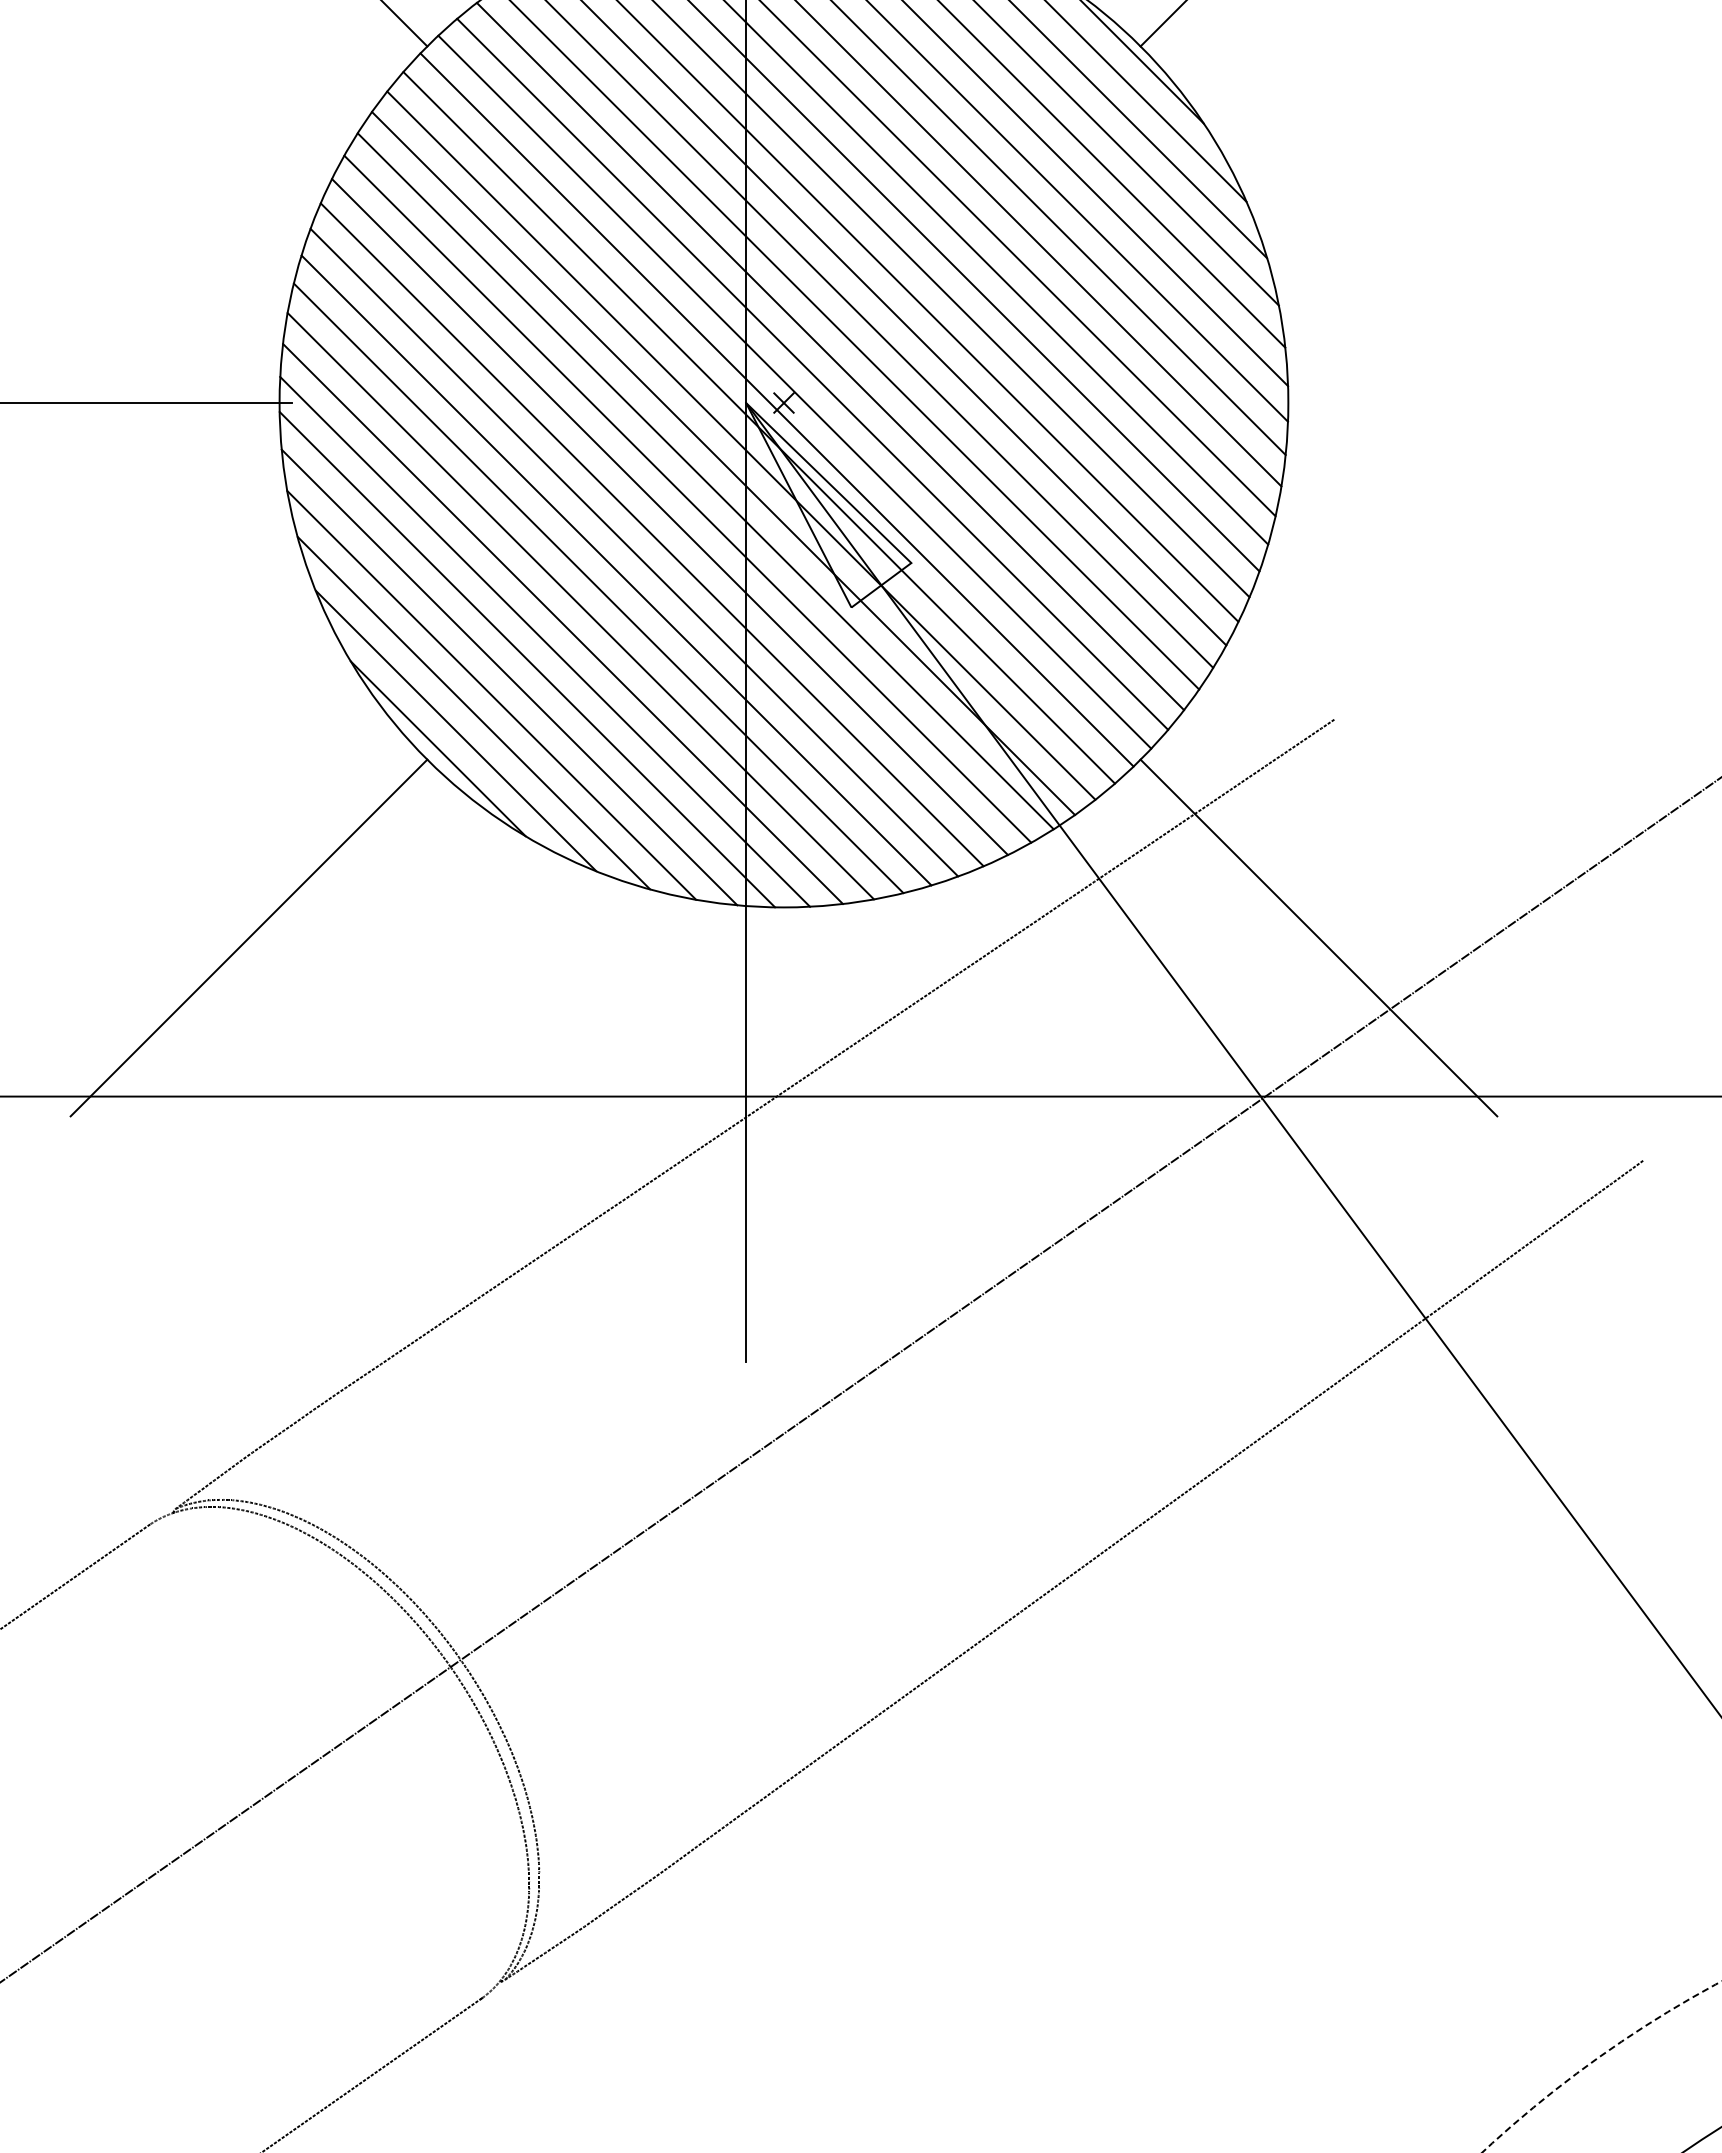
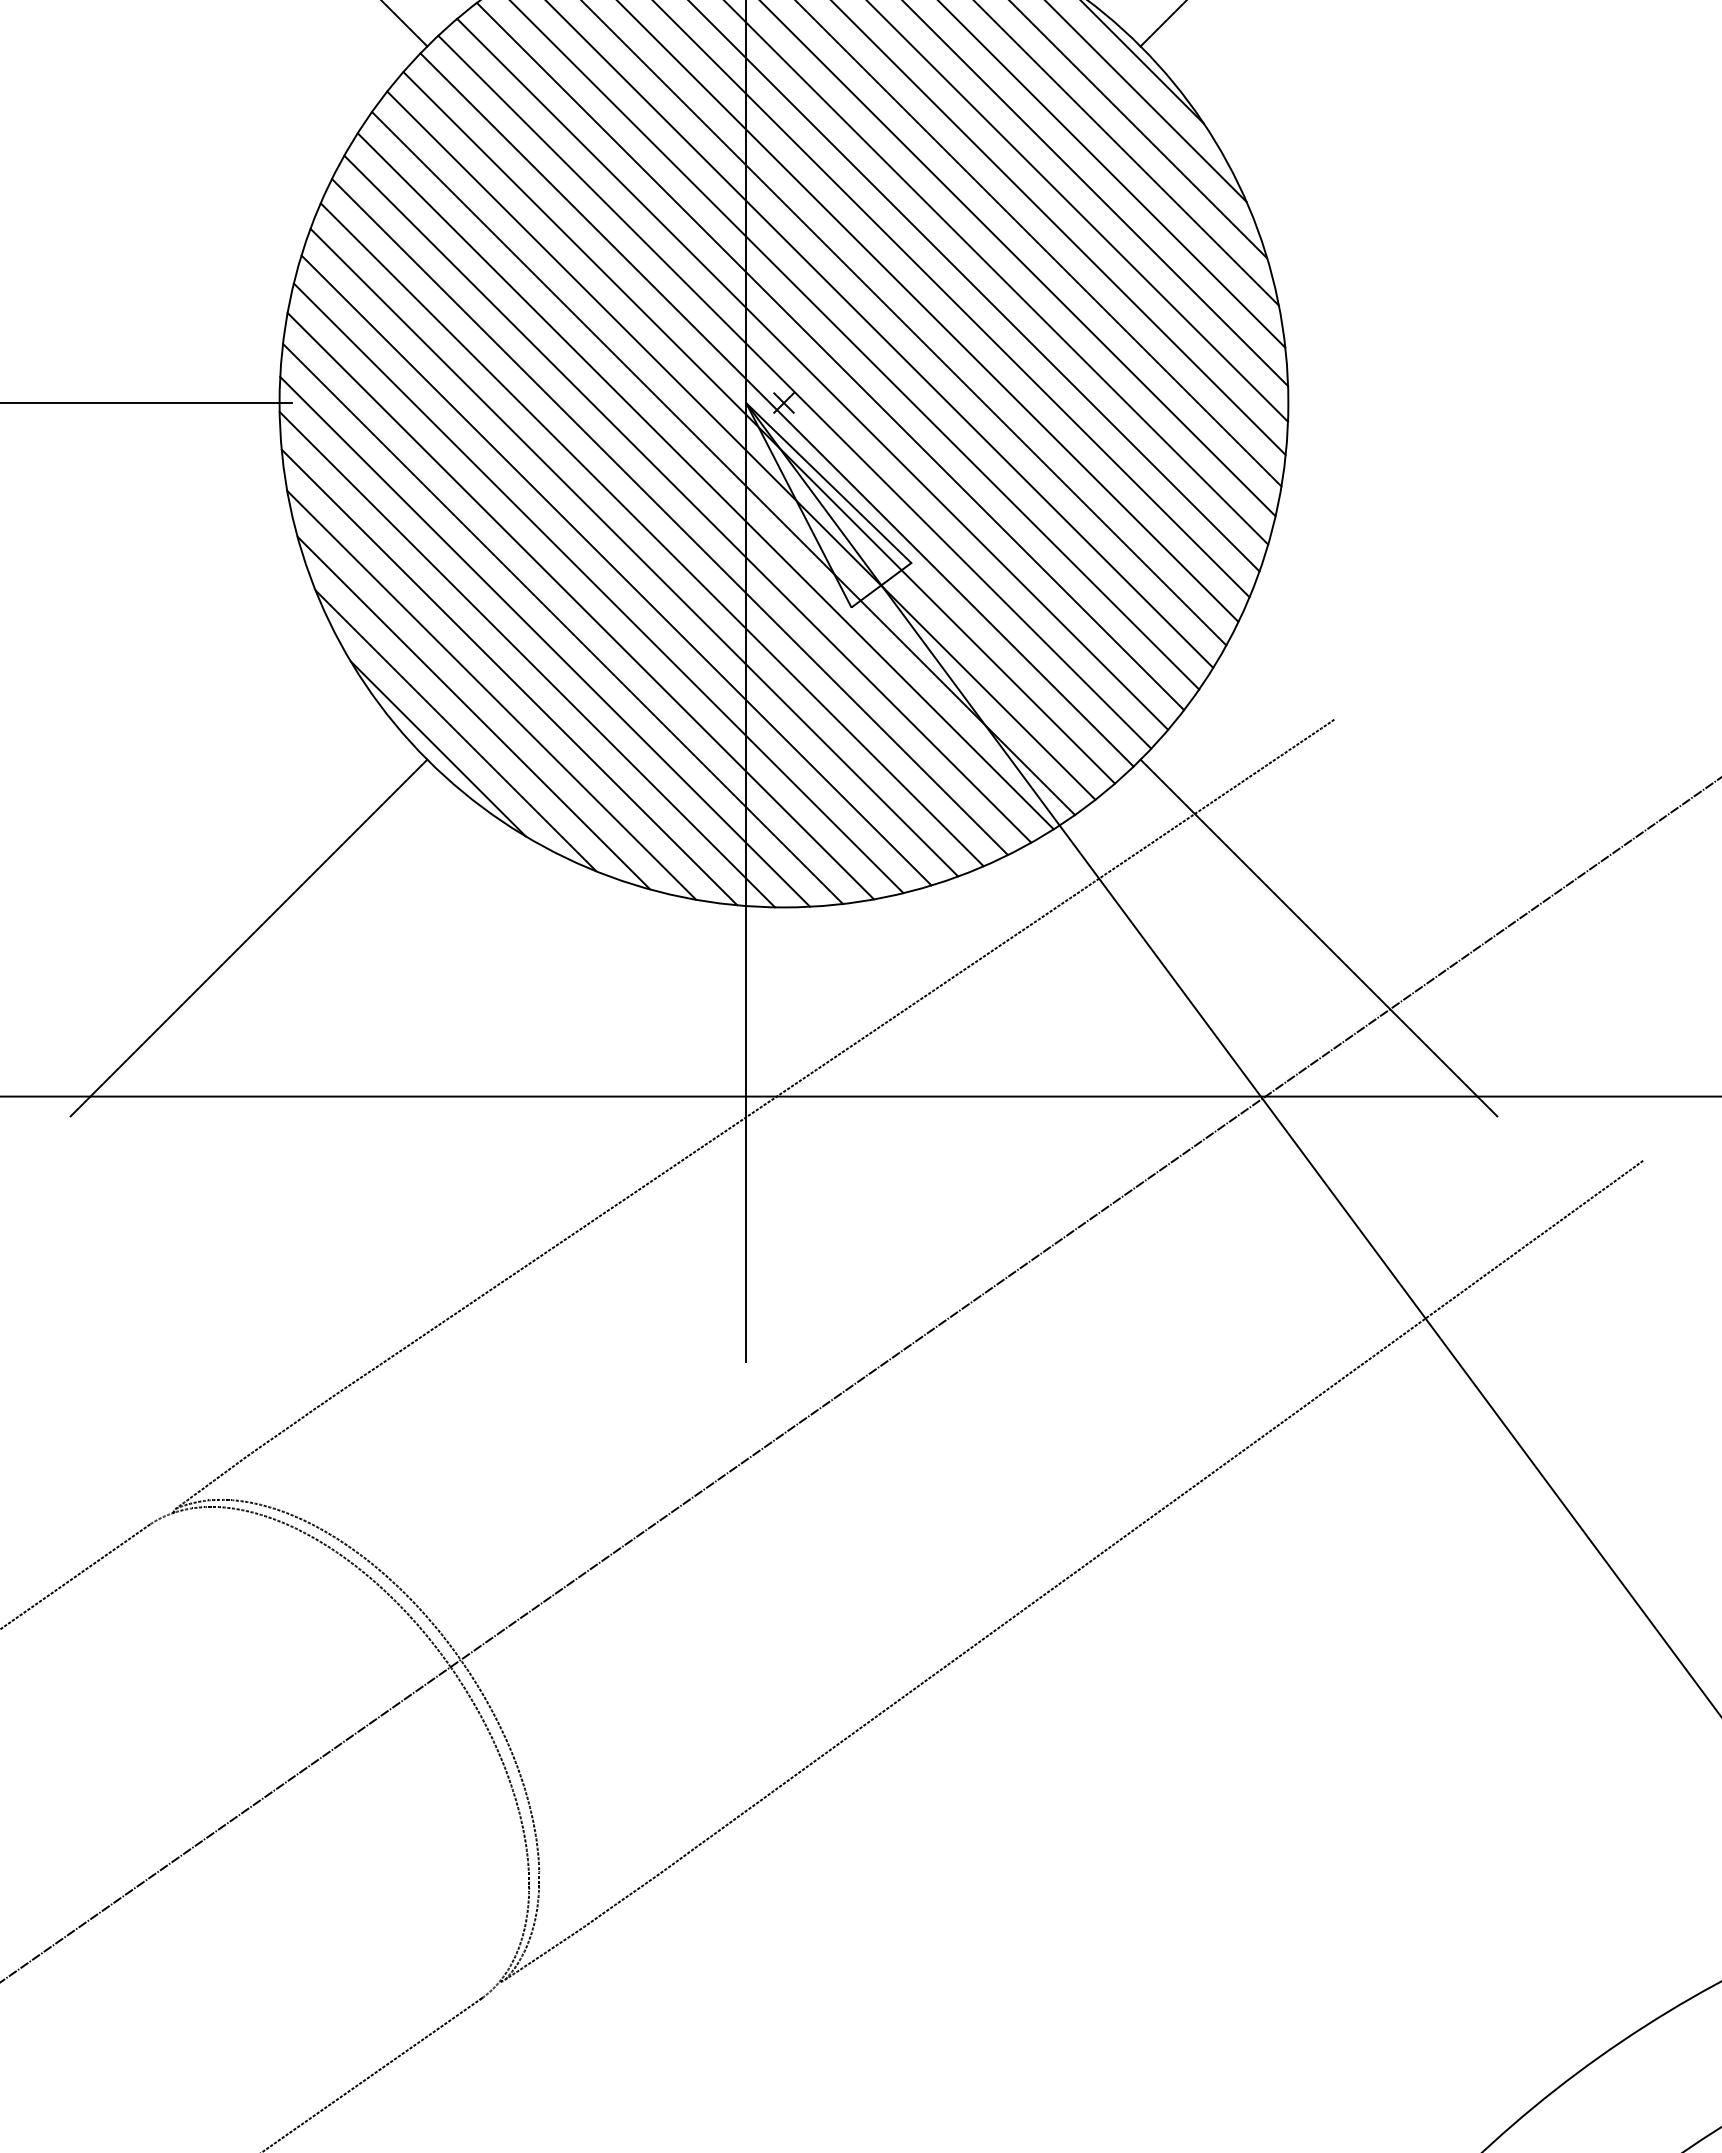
circle at (1601, 2066): dashed -> solid
